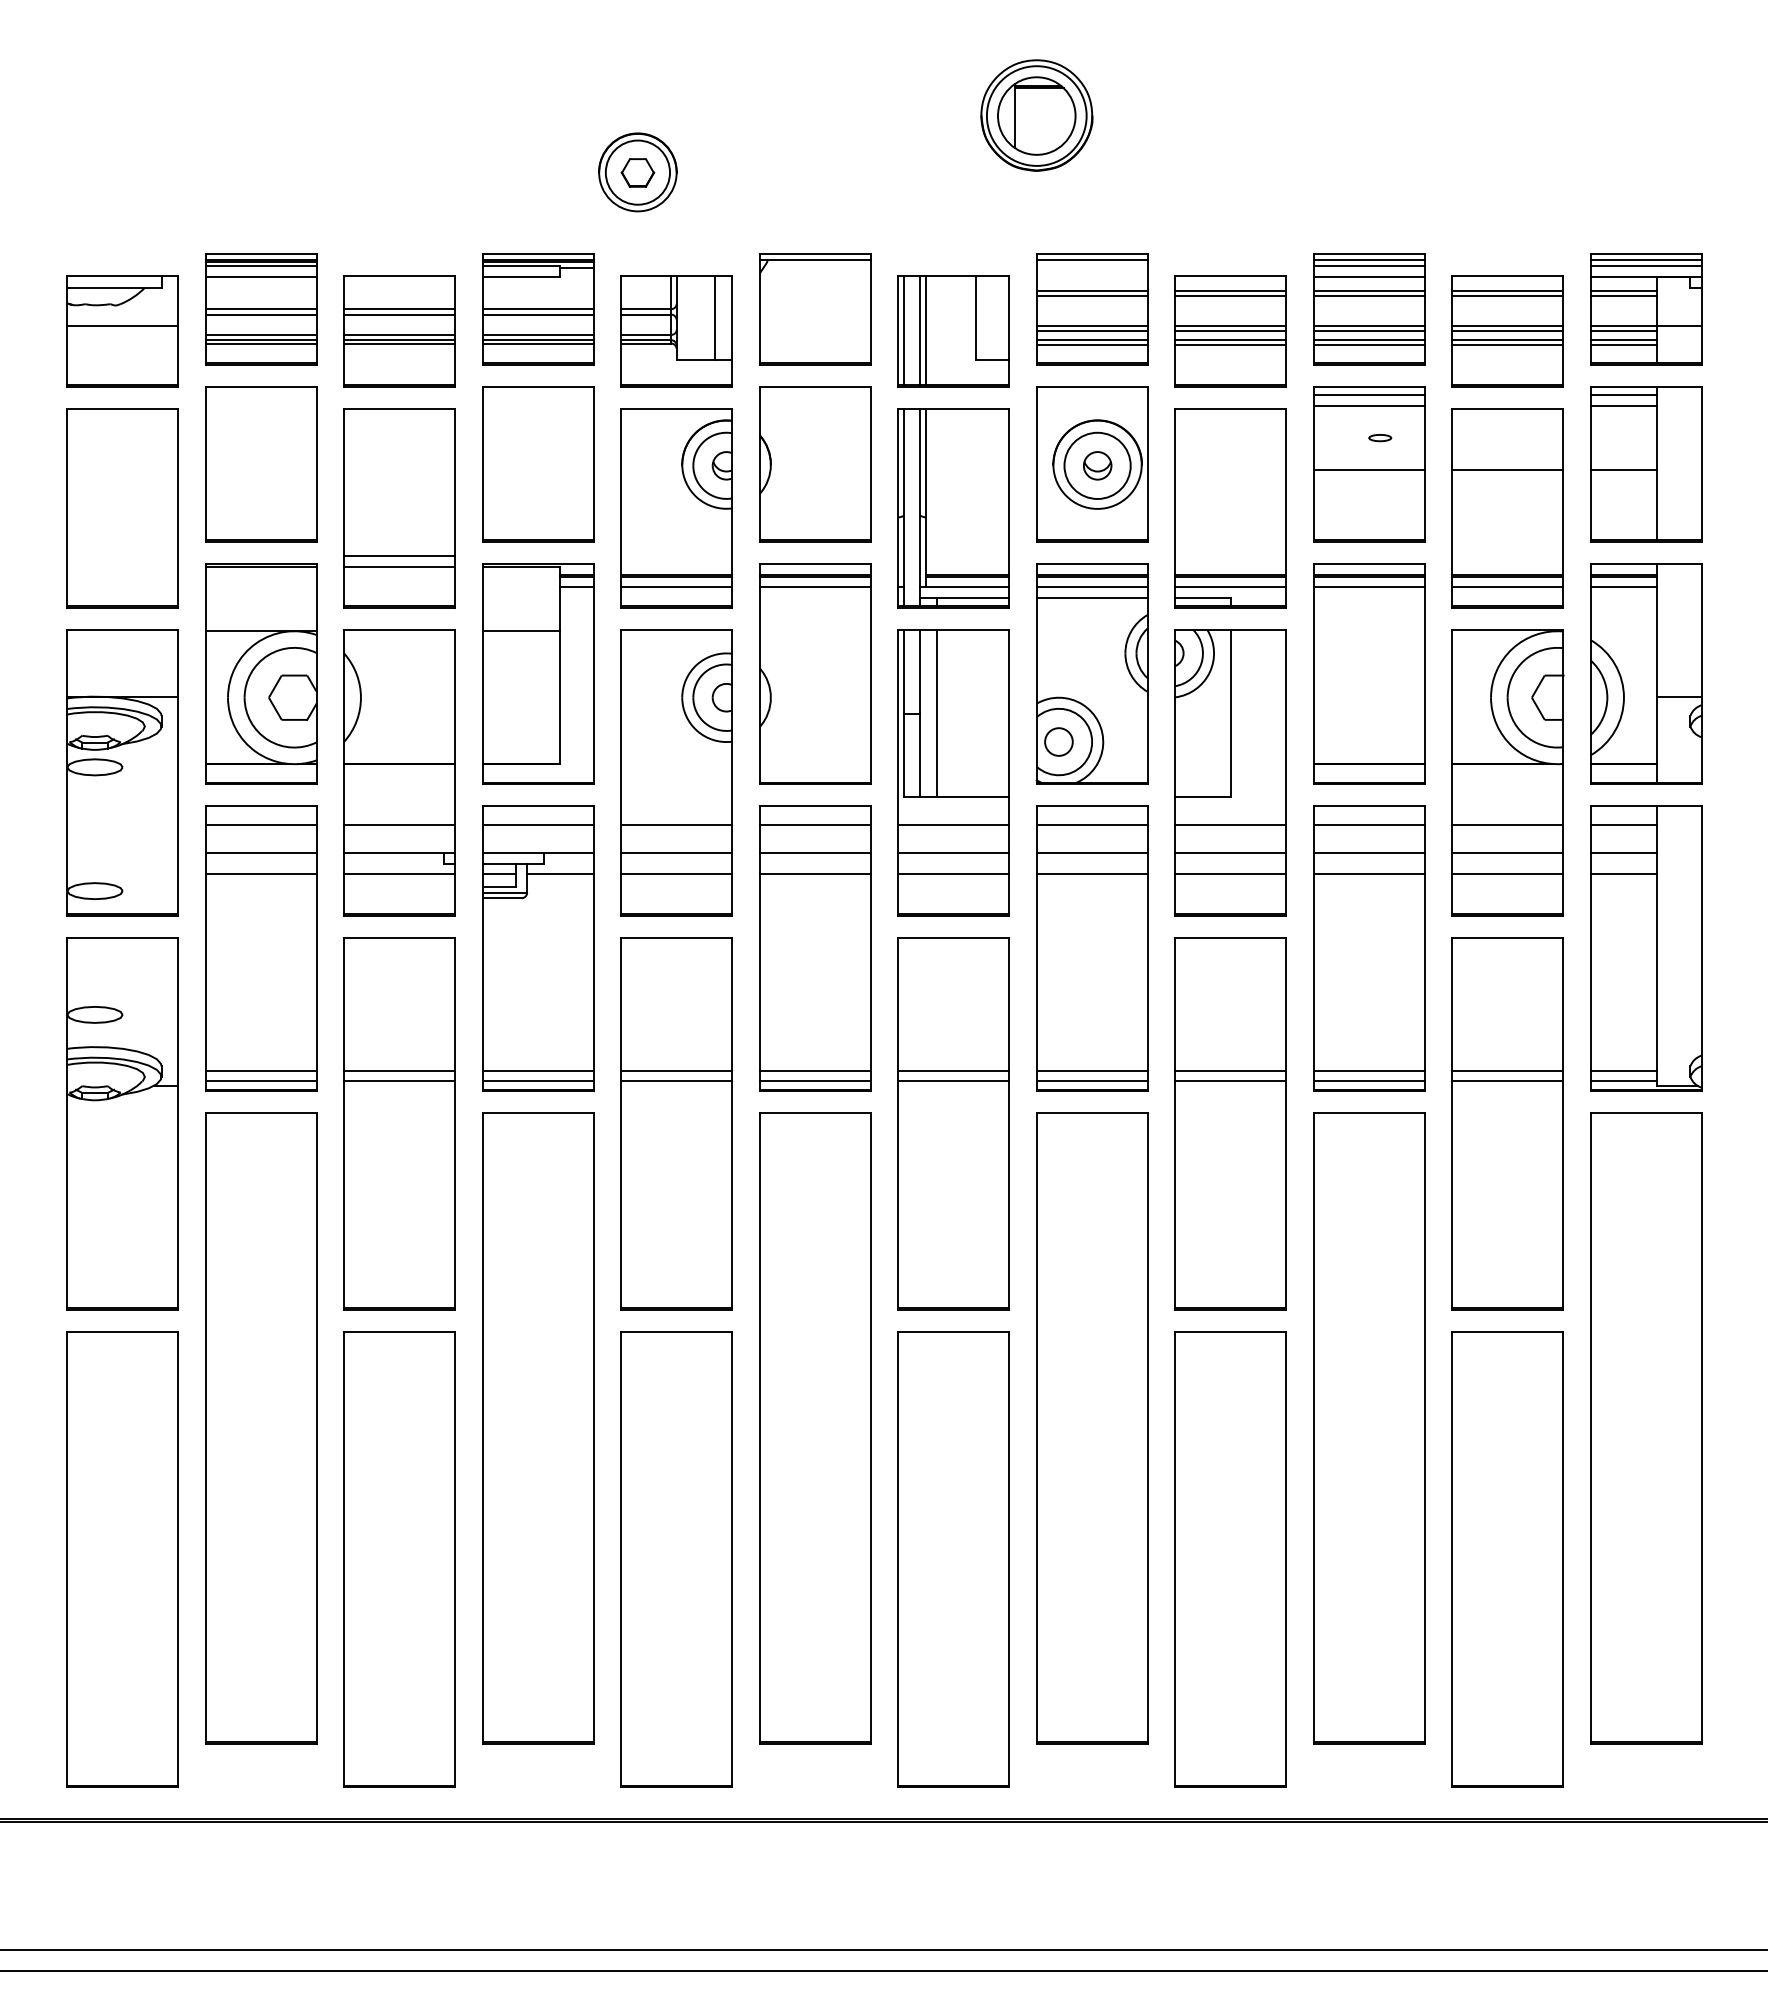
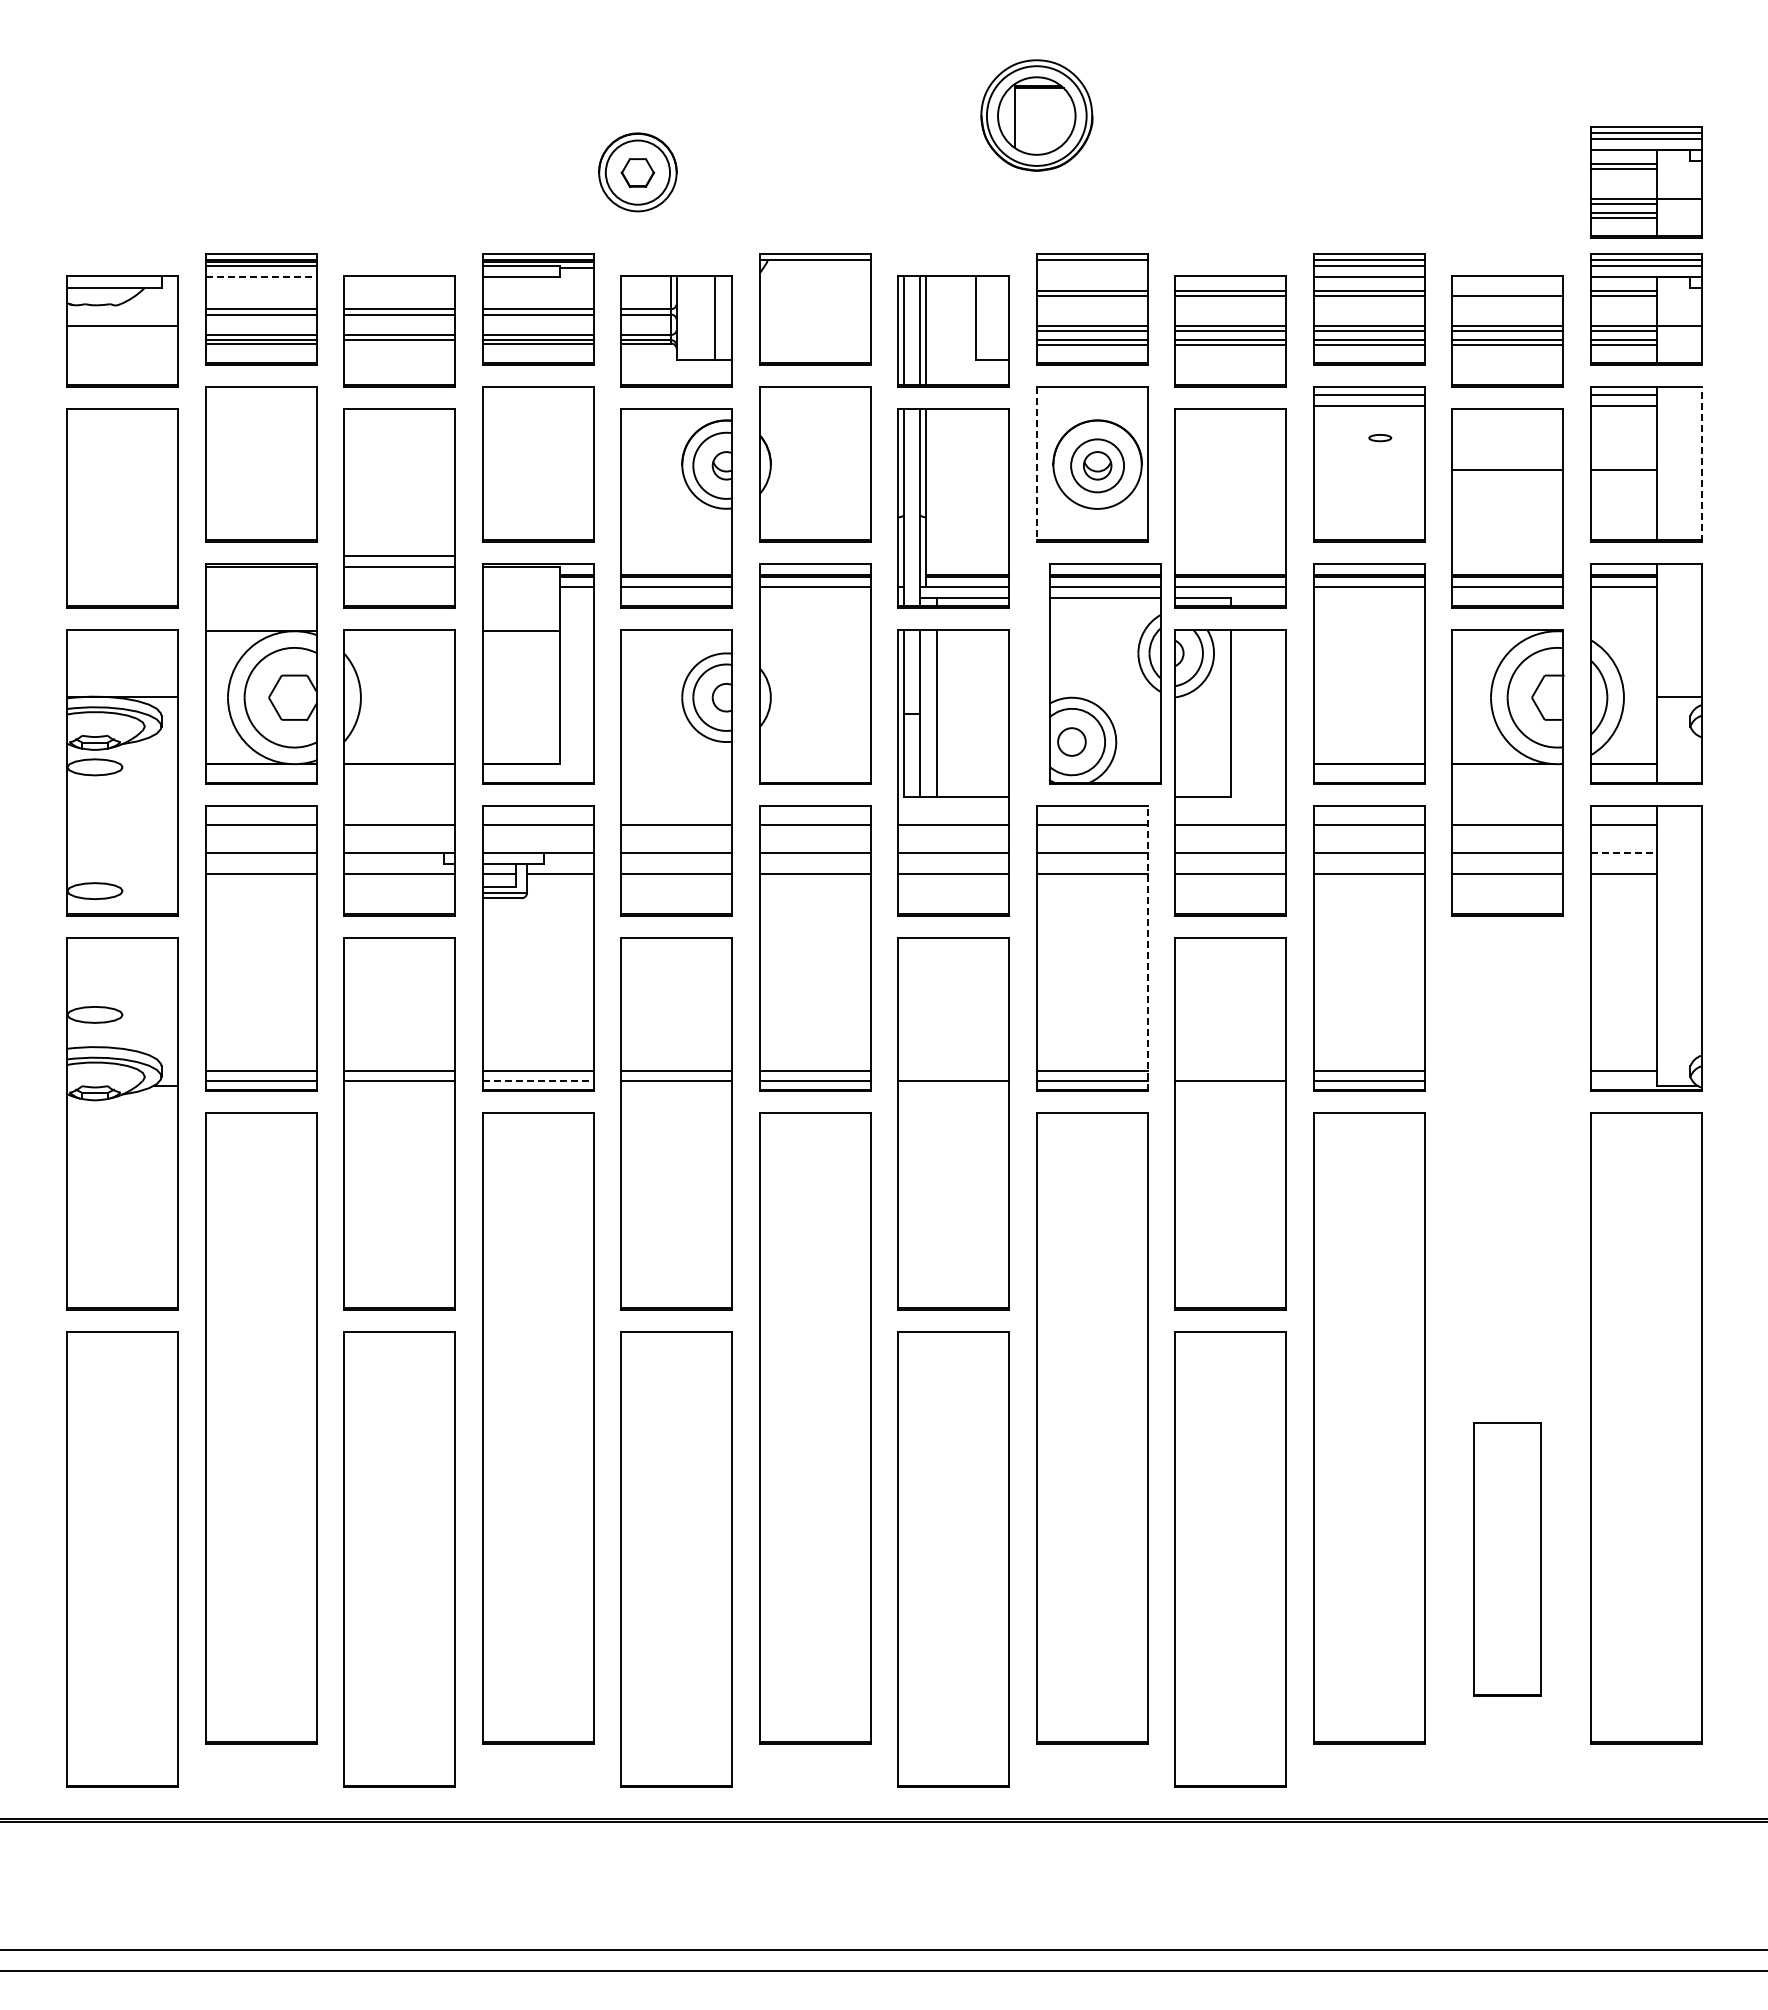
part at (1646, 182): none -> present
line at (261, 276): solid -> dashed
line at (1507, 290): present -> none
line at (399, 343): present -> none
line at (1701, 463): solid -> dashed
line at (1036, 464): solid -> dashed
circle at (1097, 465) diameter: 66 px -> 53 px
line at (1368, 470): present -> none
part at (1091, 673) position: (1091, 673) -> (1104, 673)
line at (1624, 852): solid -> dashed
line at (1147, 948): solid -> dashed
line at (953, 1070): present -> none
line at (1230, 1070): present -> none
line at (538, 1080): solid -> dashed
line at (1623, 1080): present -> none
part at (1507, 1123): present -> none
part at (1507, 1559) size: 113x457 px -> 69x275 px
